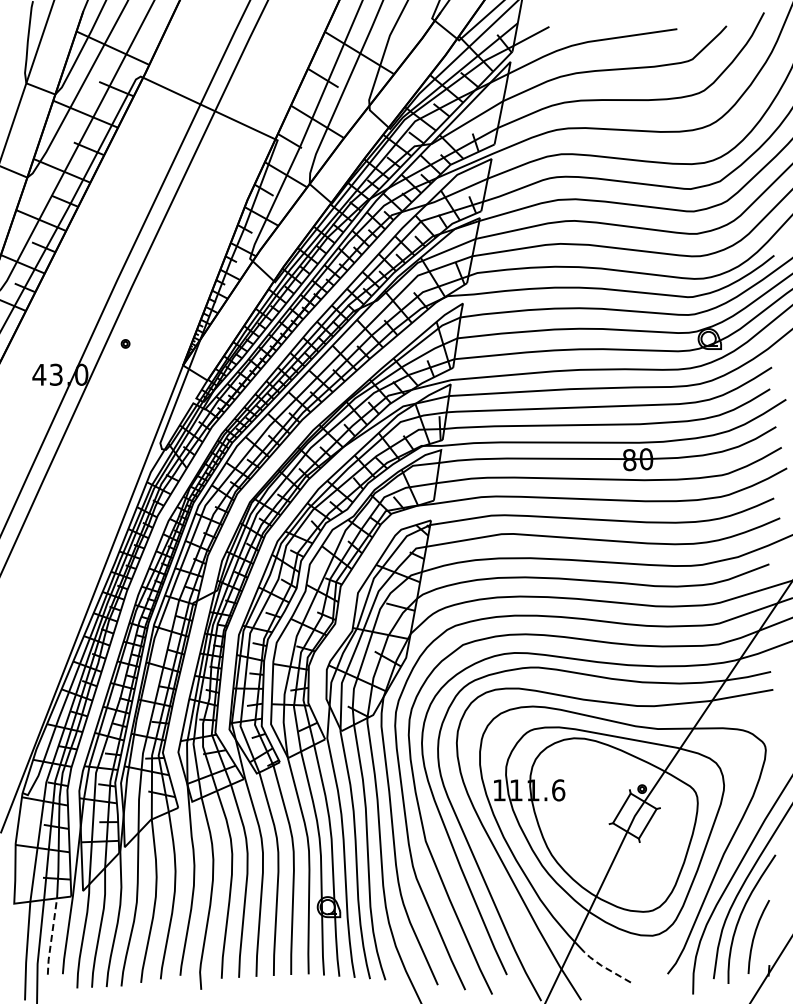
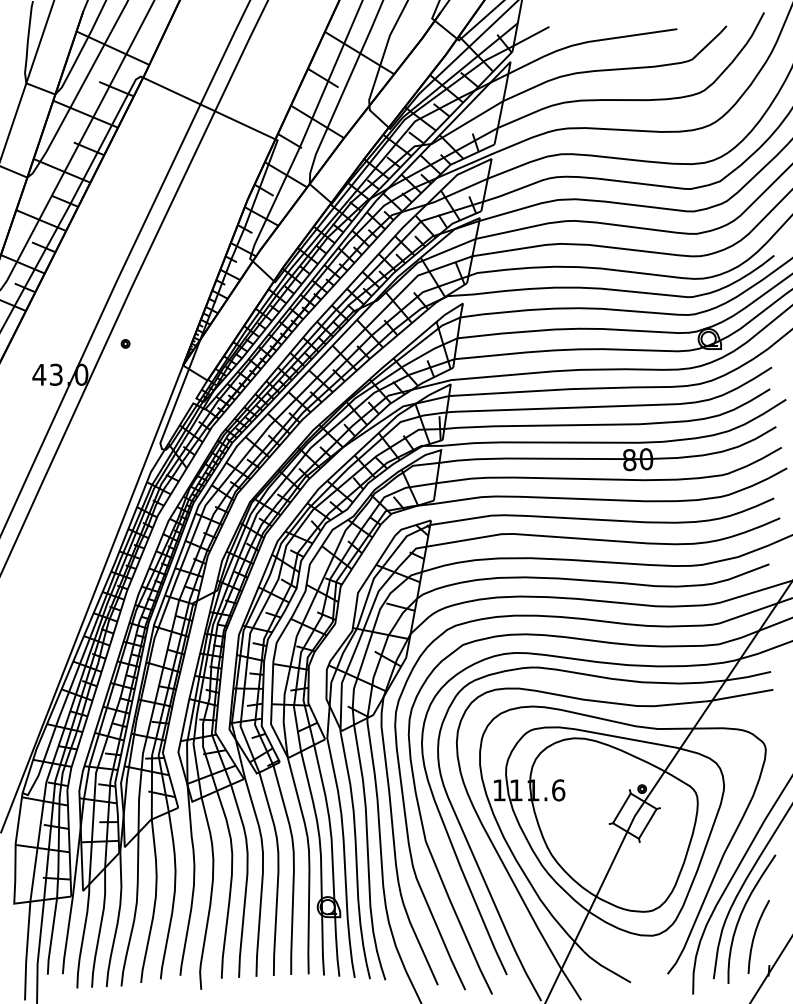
line at (51, 936): dashed -> solid
line at (605, 967): dashed -> solid
